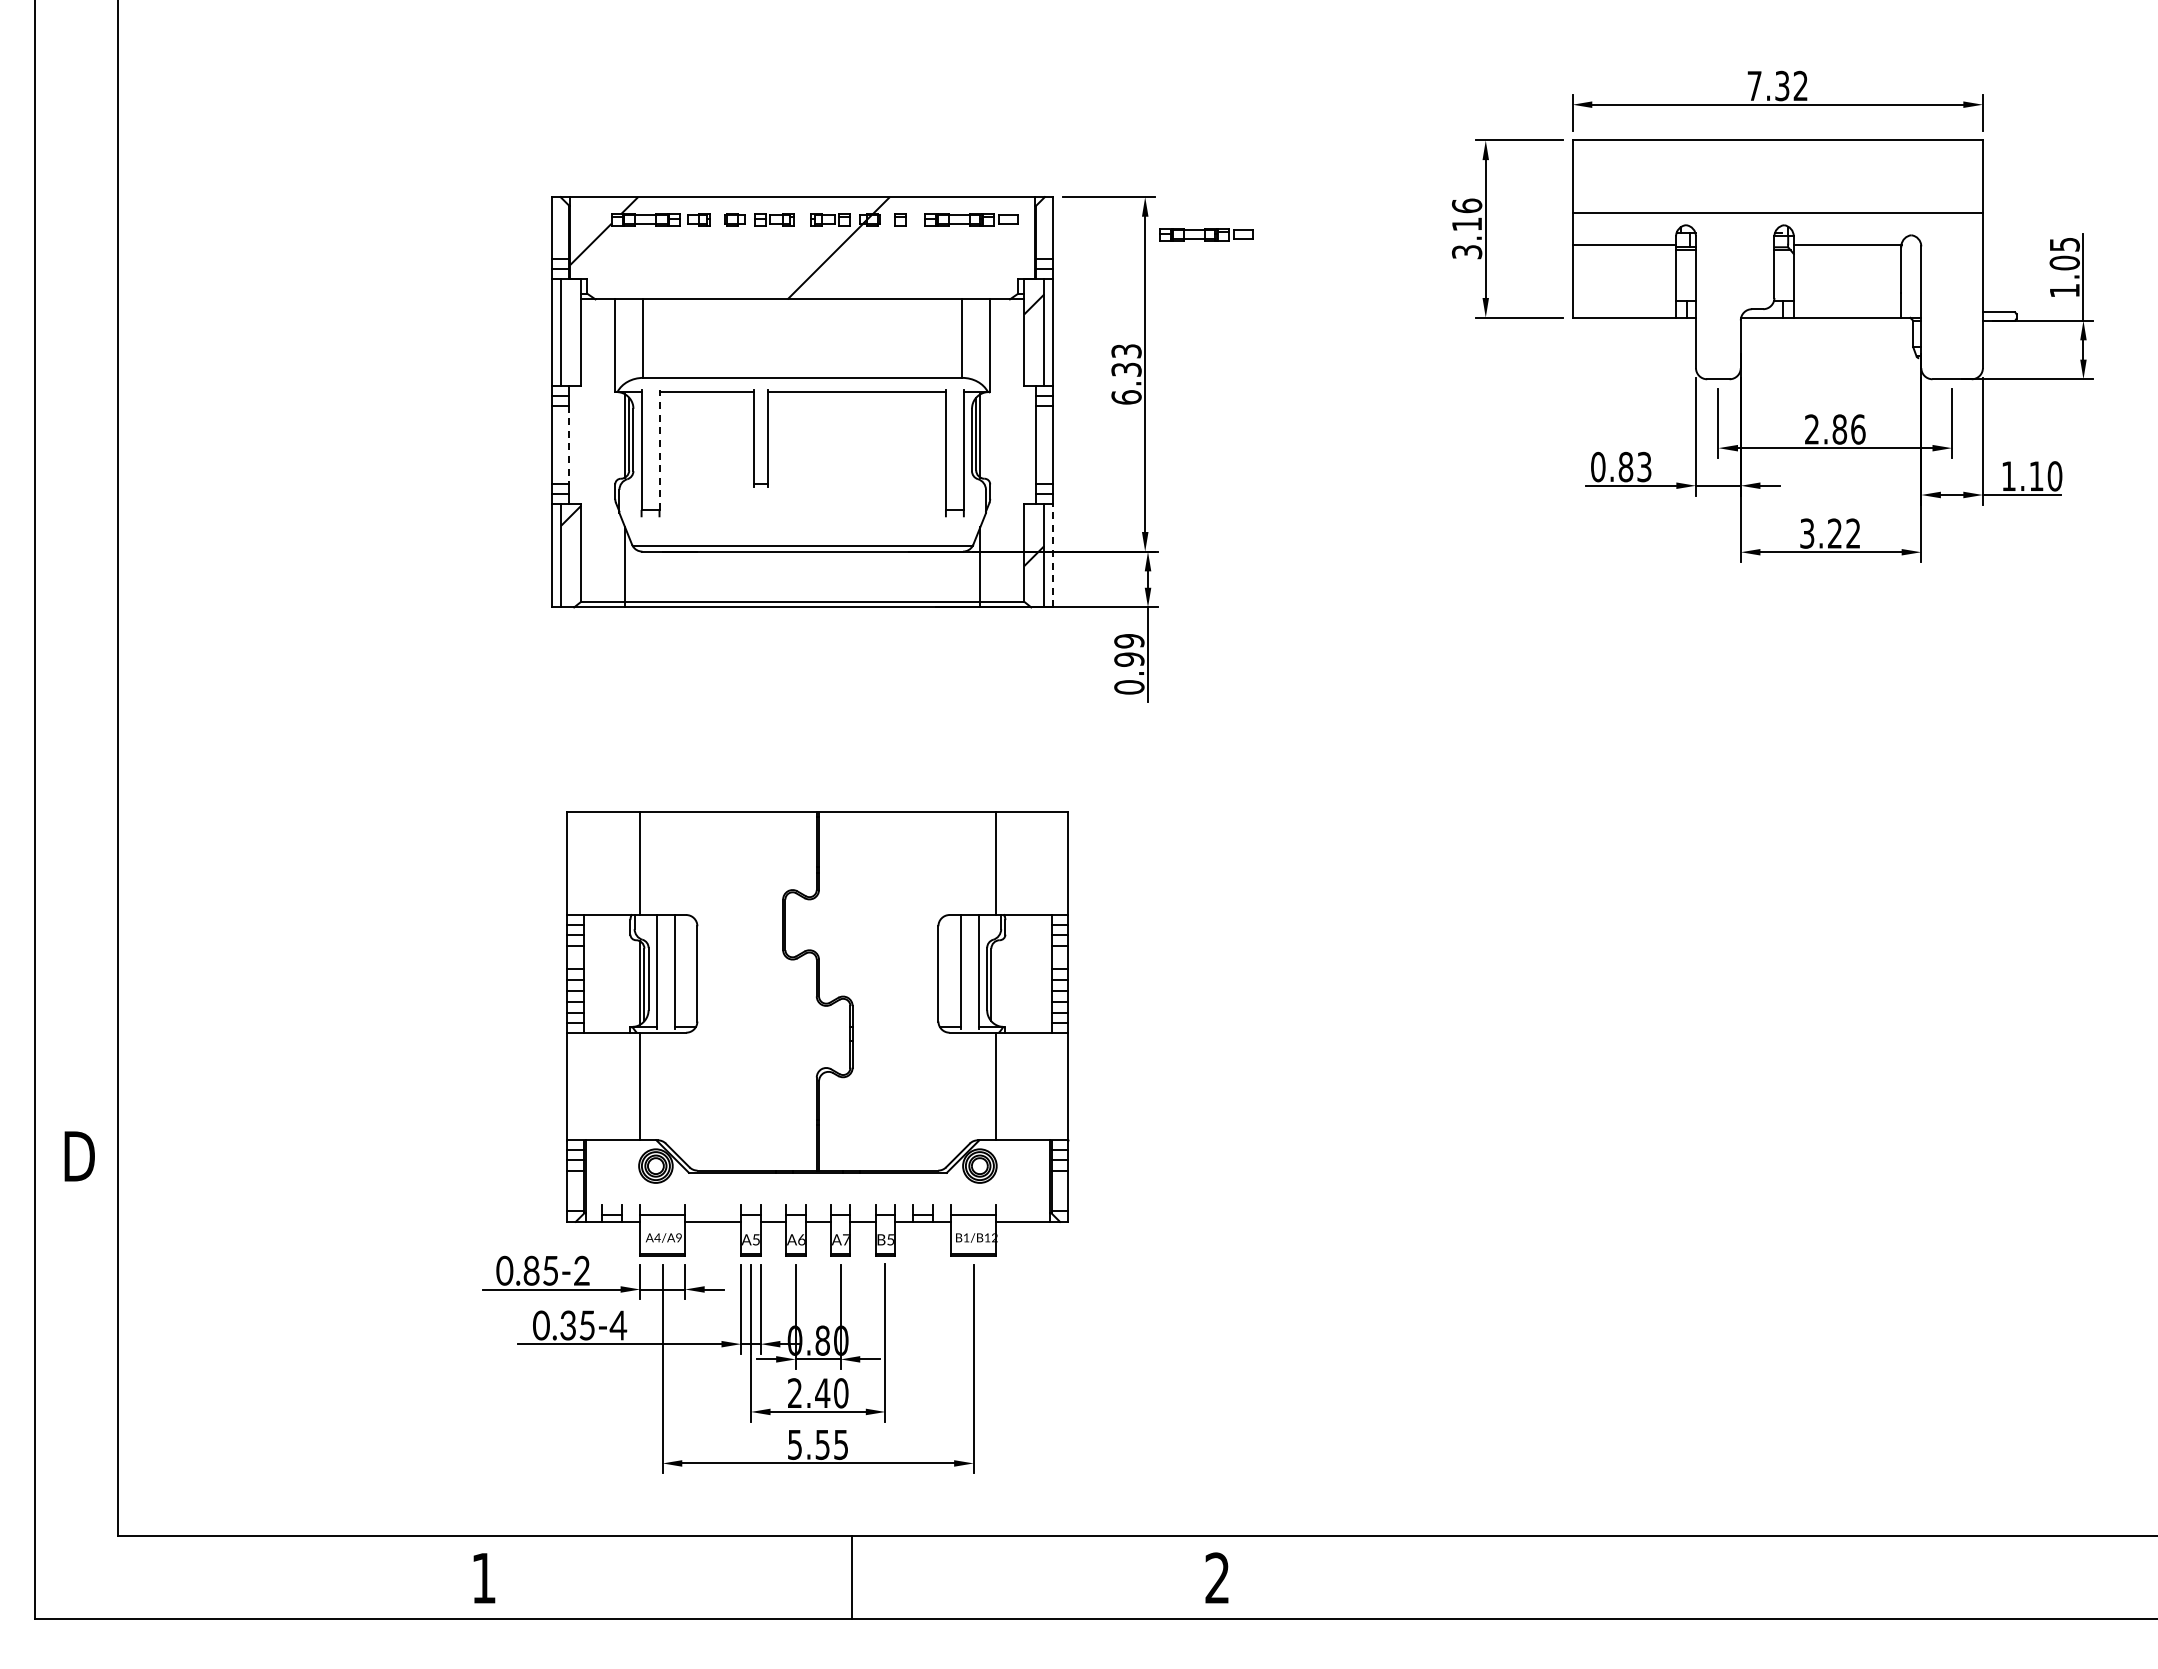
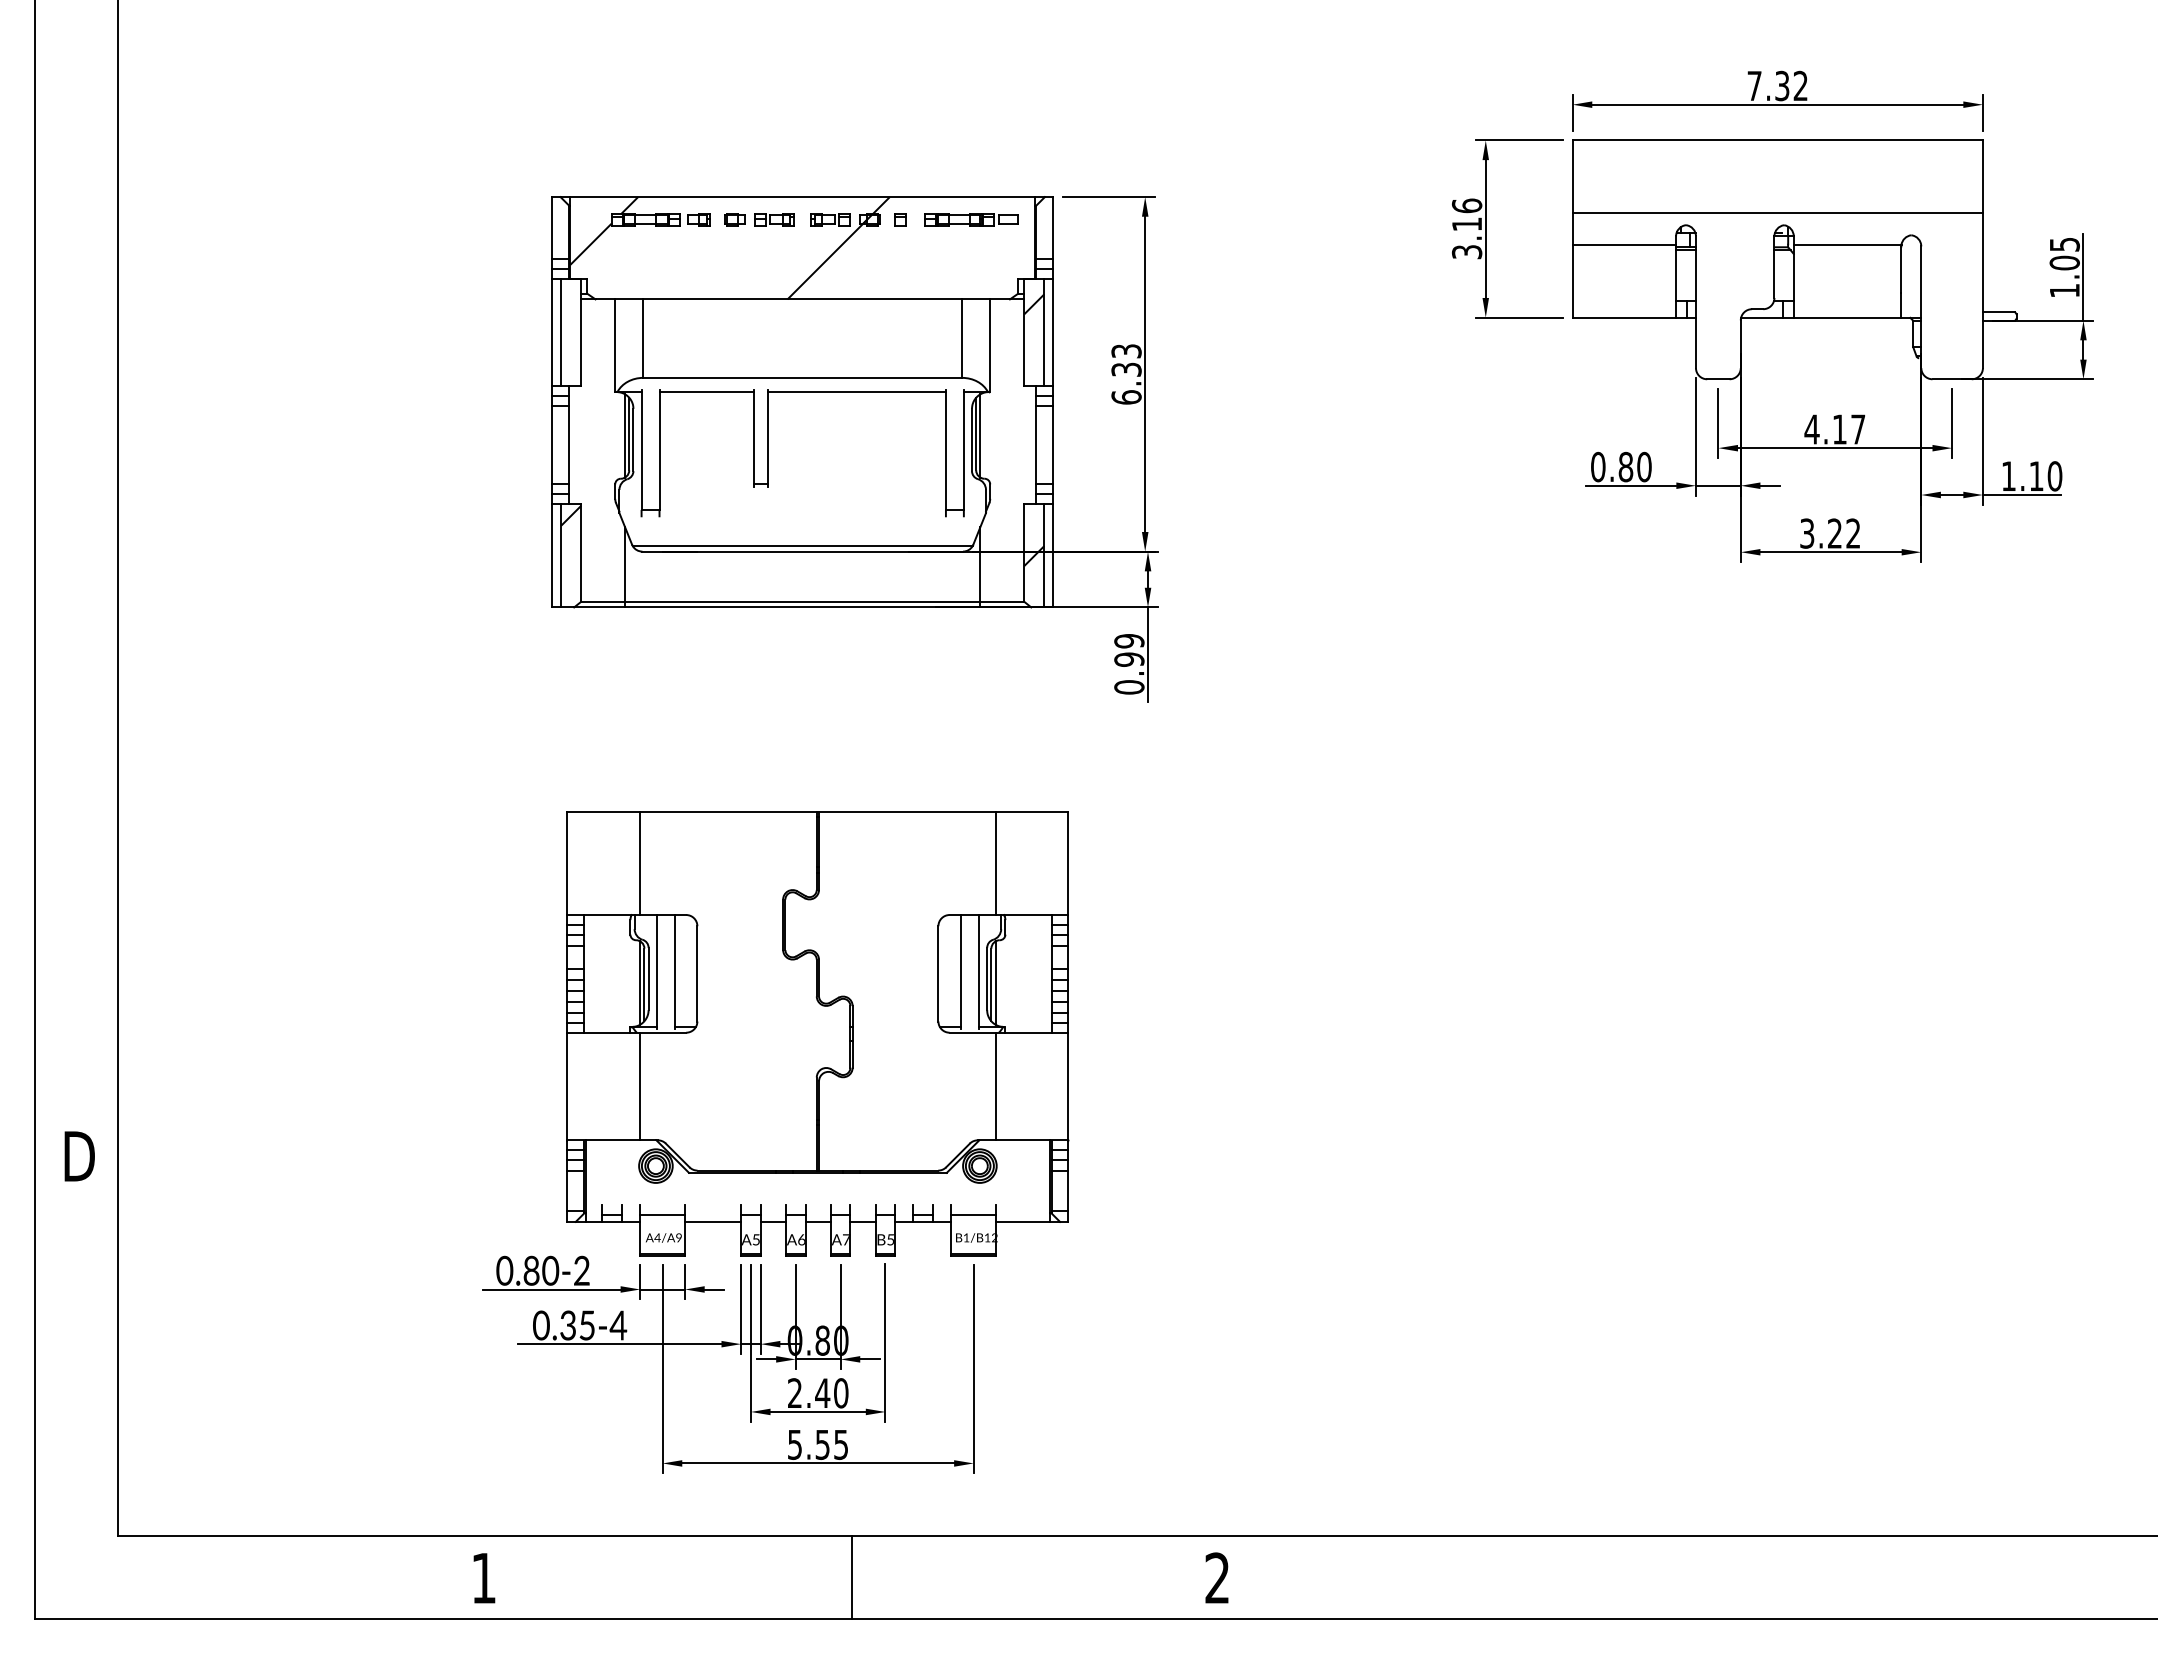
part at (1206, 234): present -> none
text at (1834, 429): 2.86 -> 4.17
line at (568, 445): dashed -> solid
line at (659, 449): dashed -> solid
text at (1644, 467): 0.83 -> 0.80
line at (1053, 555): dashed -> solid
line at (995, 982): none -> present
text at (550, 1270): 0.85-2 -> 0.80-2
